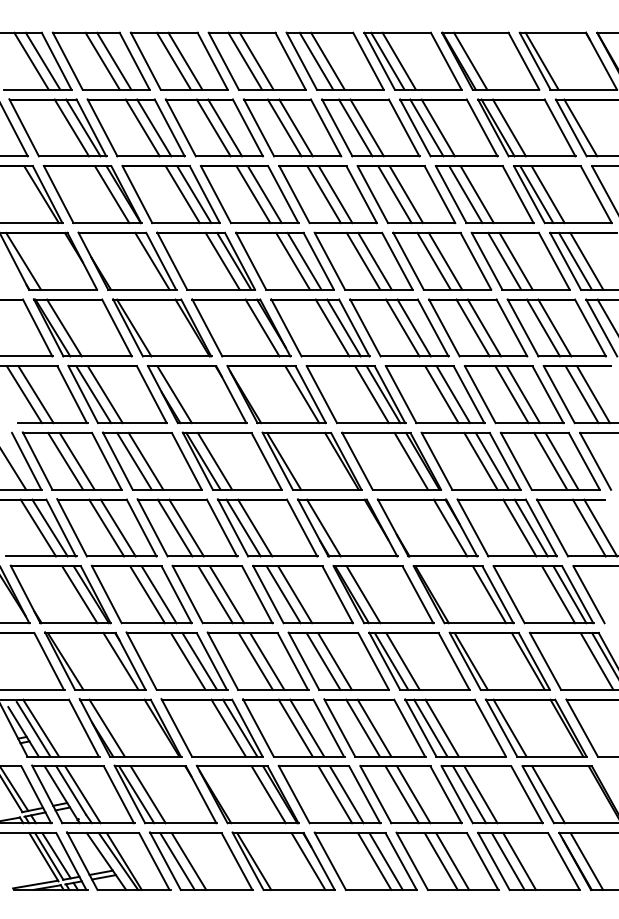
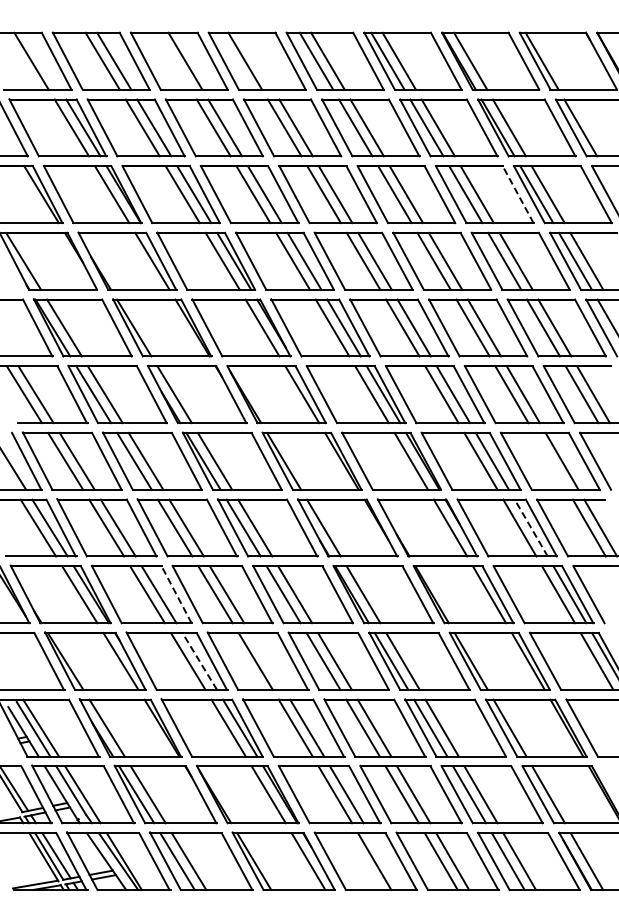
line at (42, 60): present -> none
line at (173, 60): present -> none
line at (256, 60): present -> none
line at (517, 194): solid -> dashed
line at (550, 460): present -> none
line at (531, 528): solid -> dashed
line at (176, 594): solid -> dashed
line at (199, 661): solid -> dashed
line at (267, 661): present -> none
line at (385, 861): present -> none
